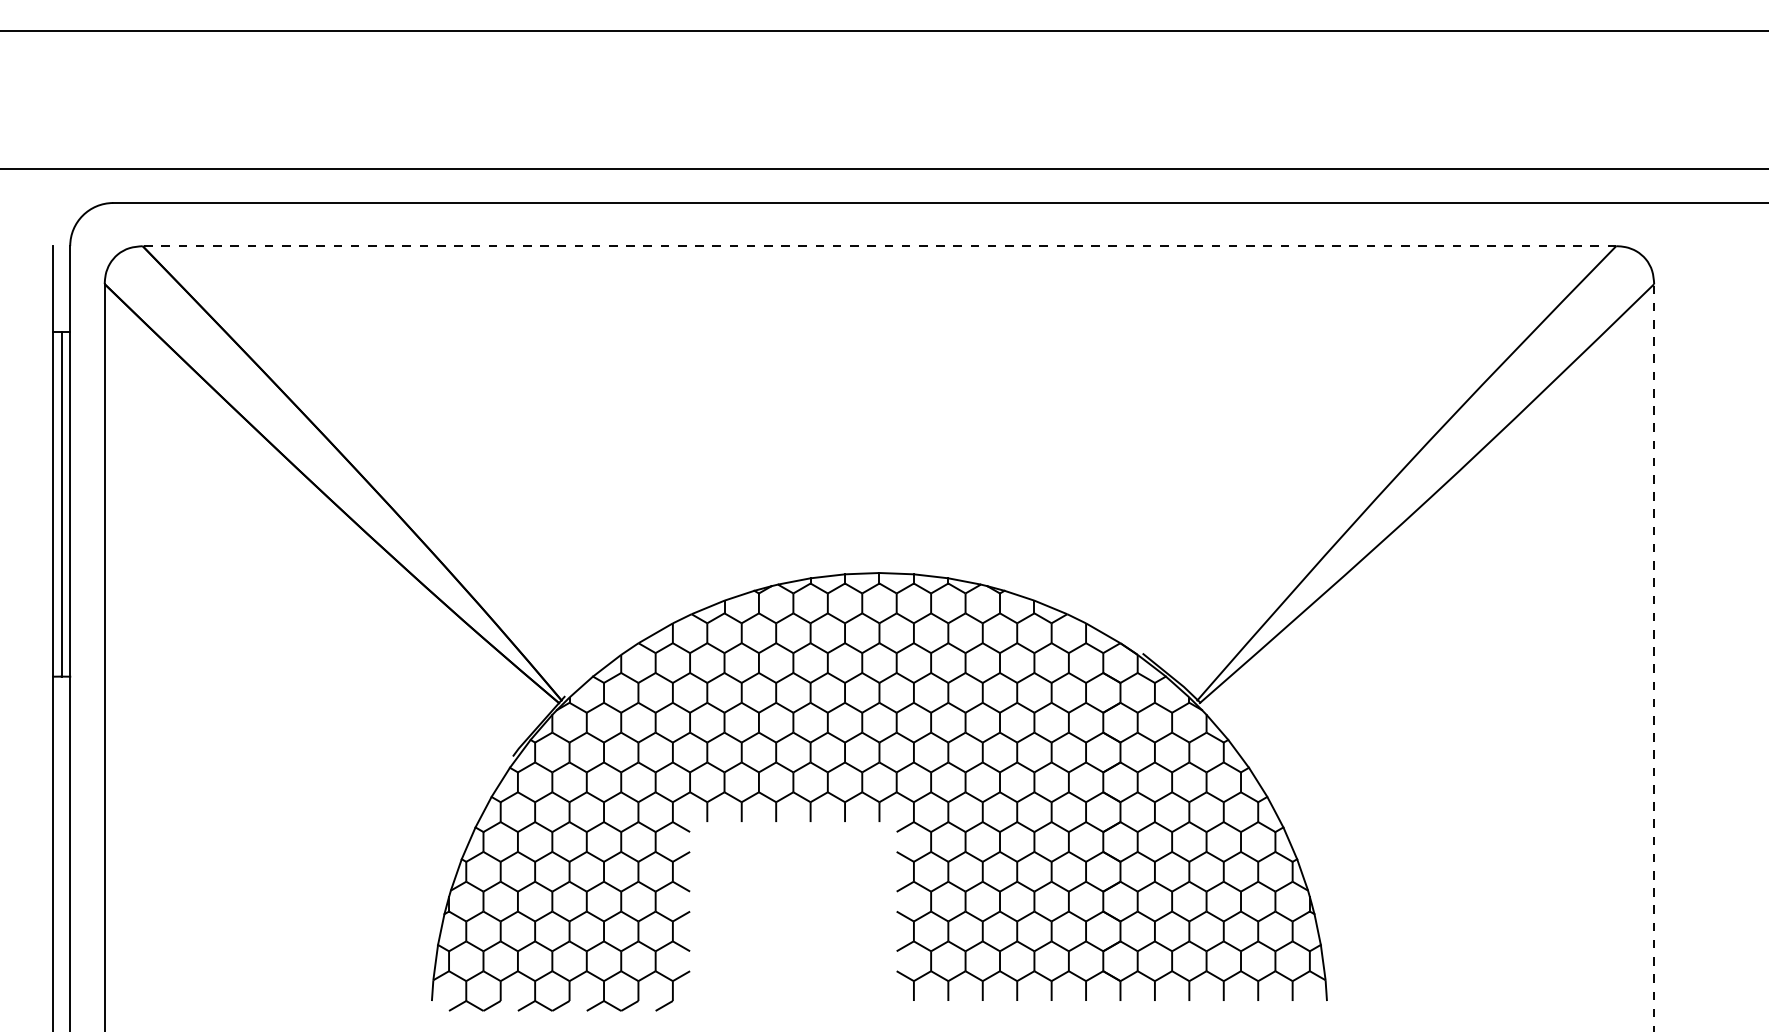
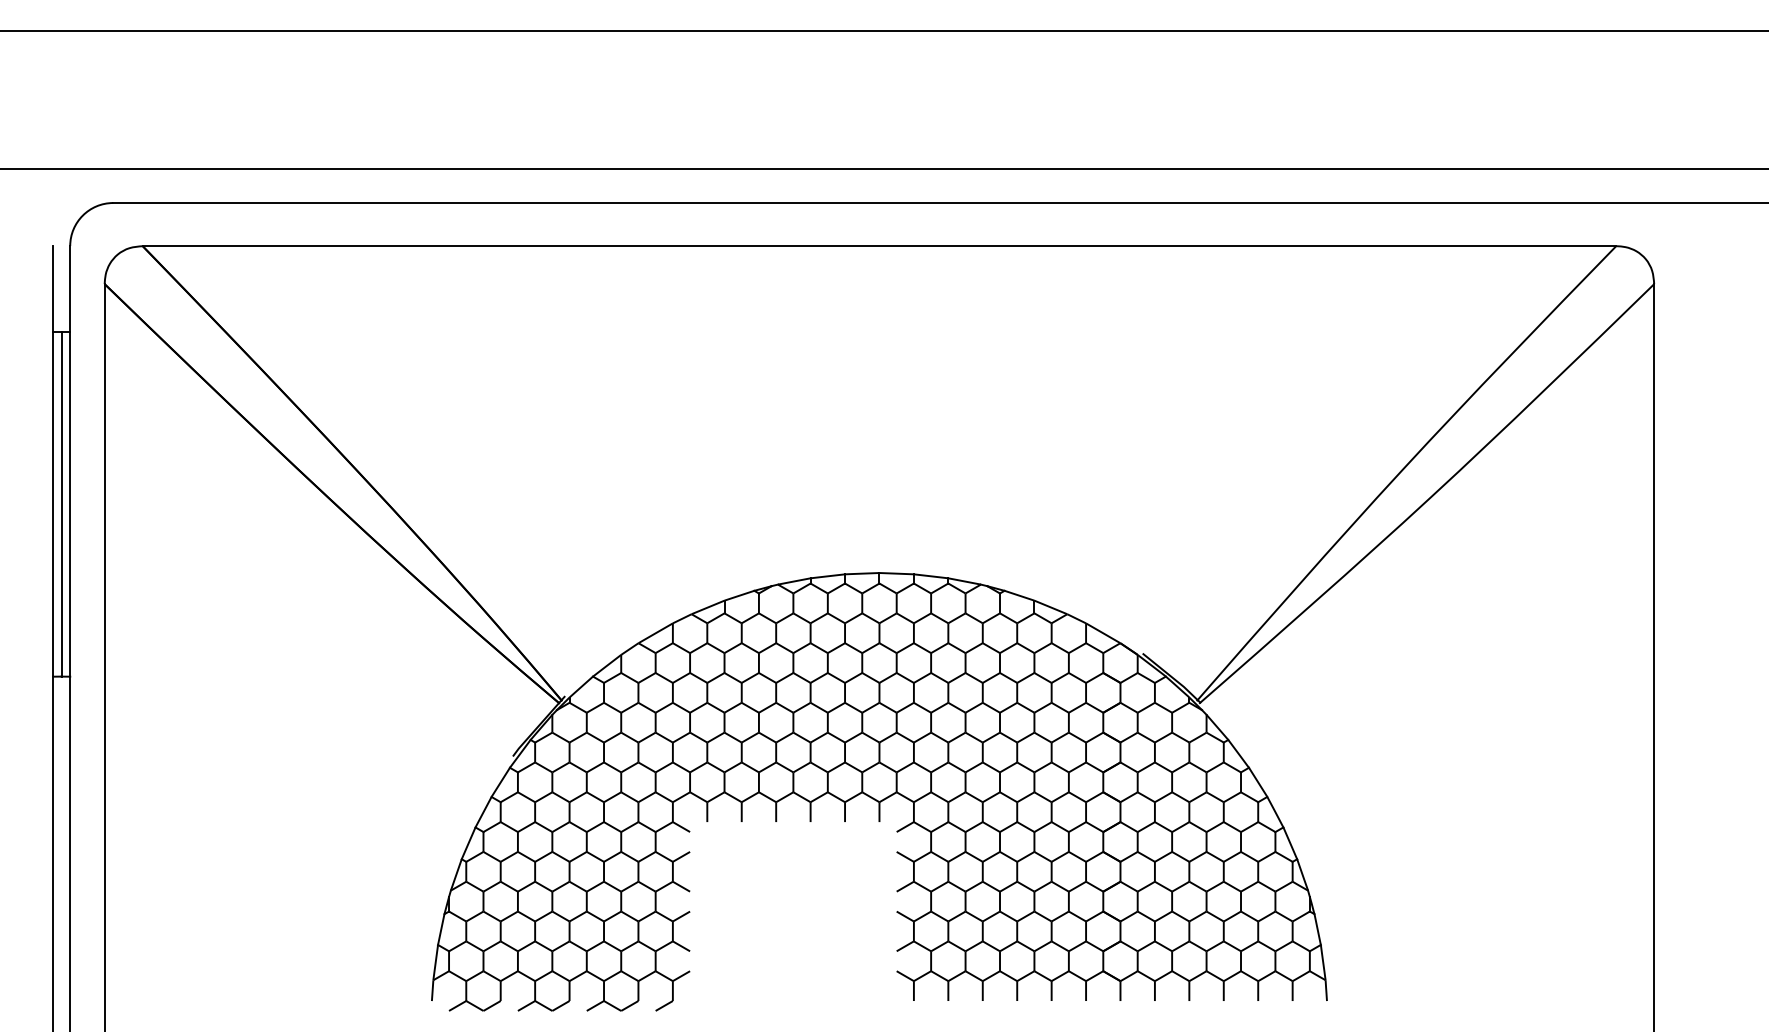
line at (879, 246): dashed -> solid
line at (1654, 658): dashed -> solid
